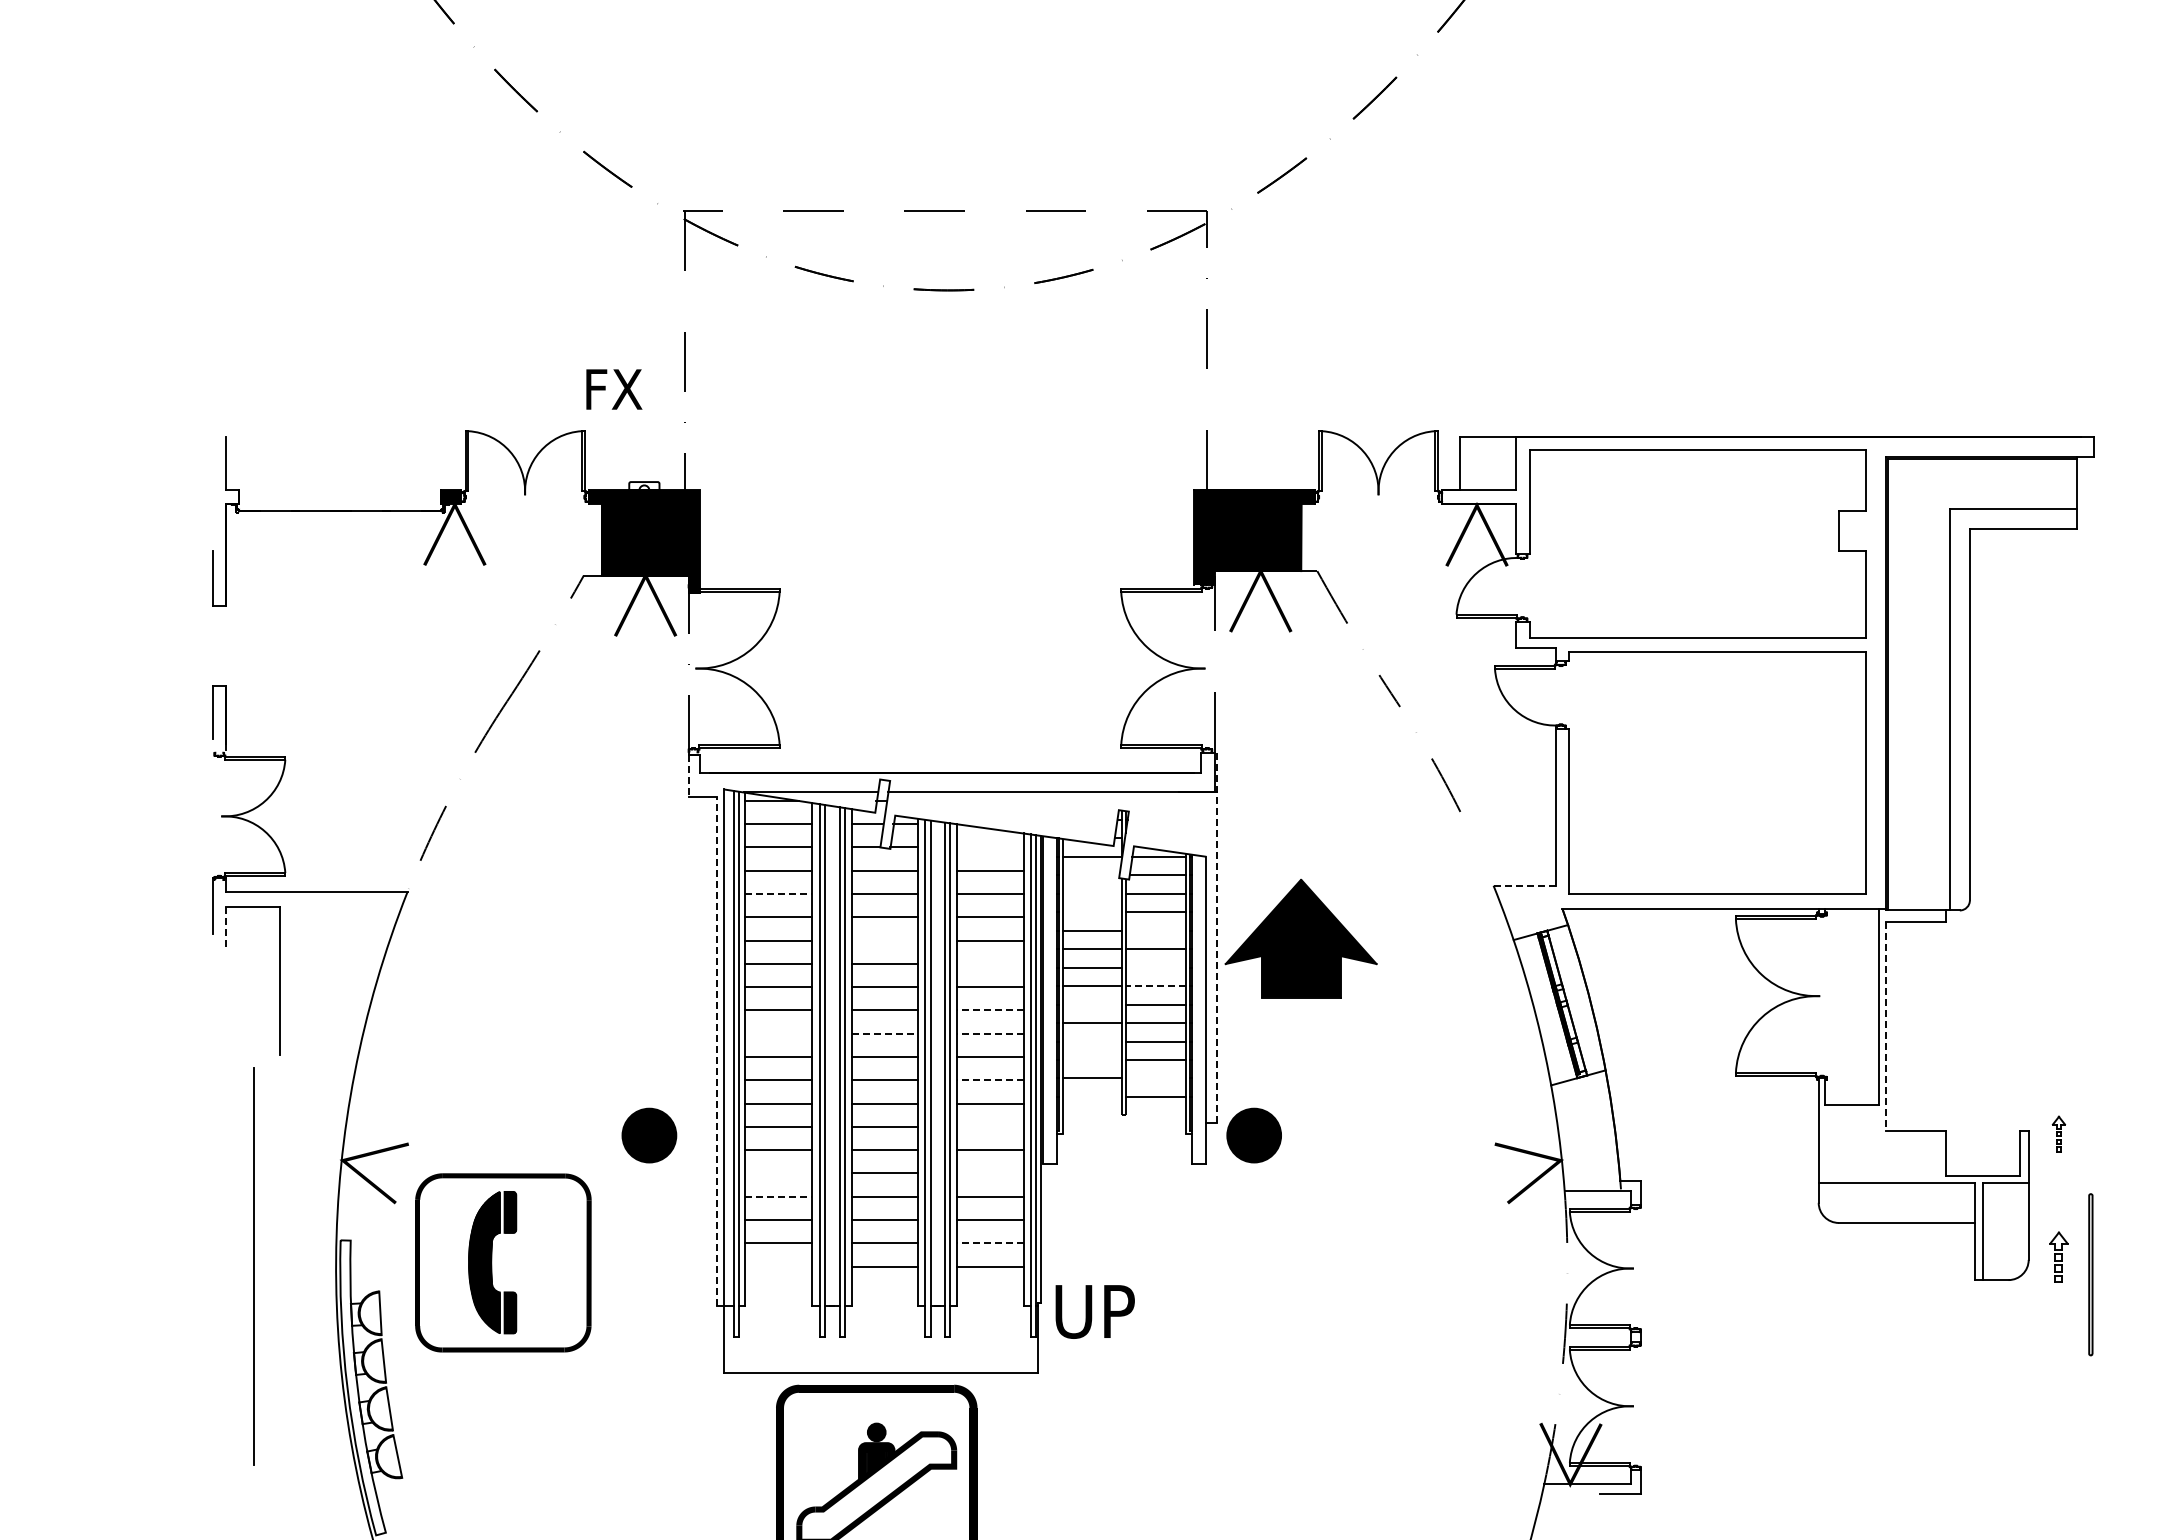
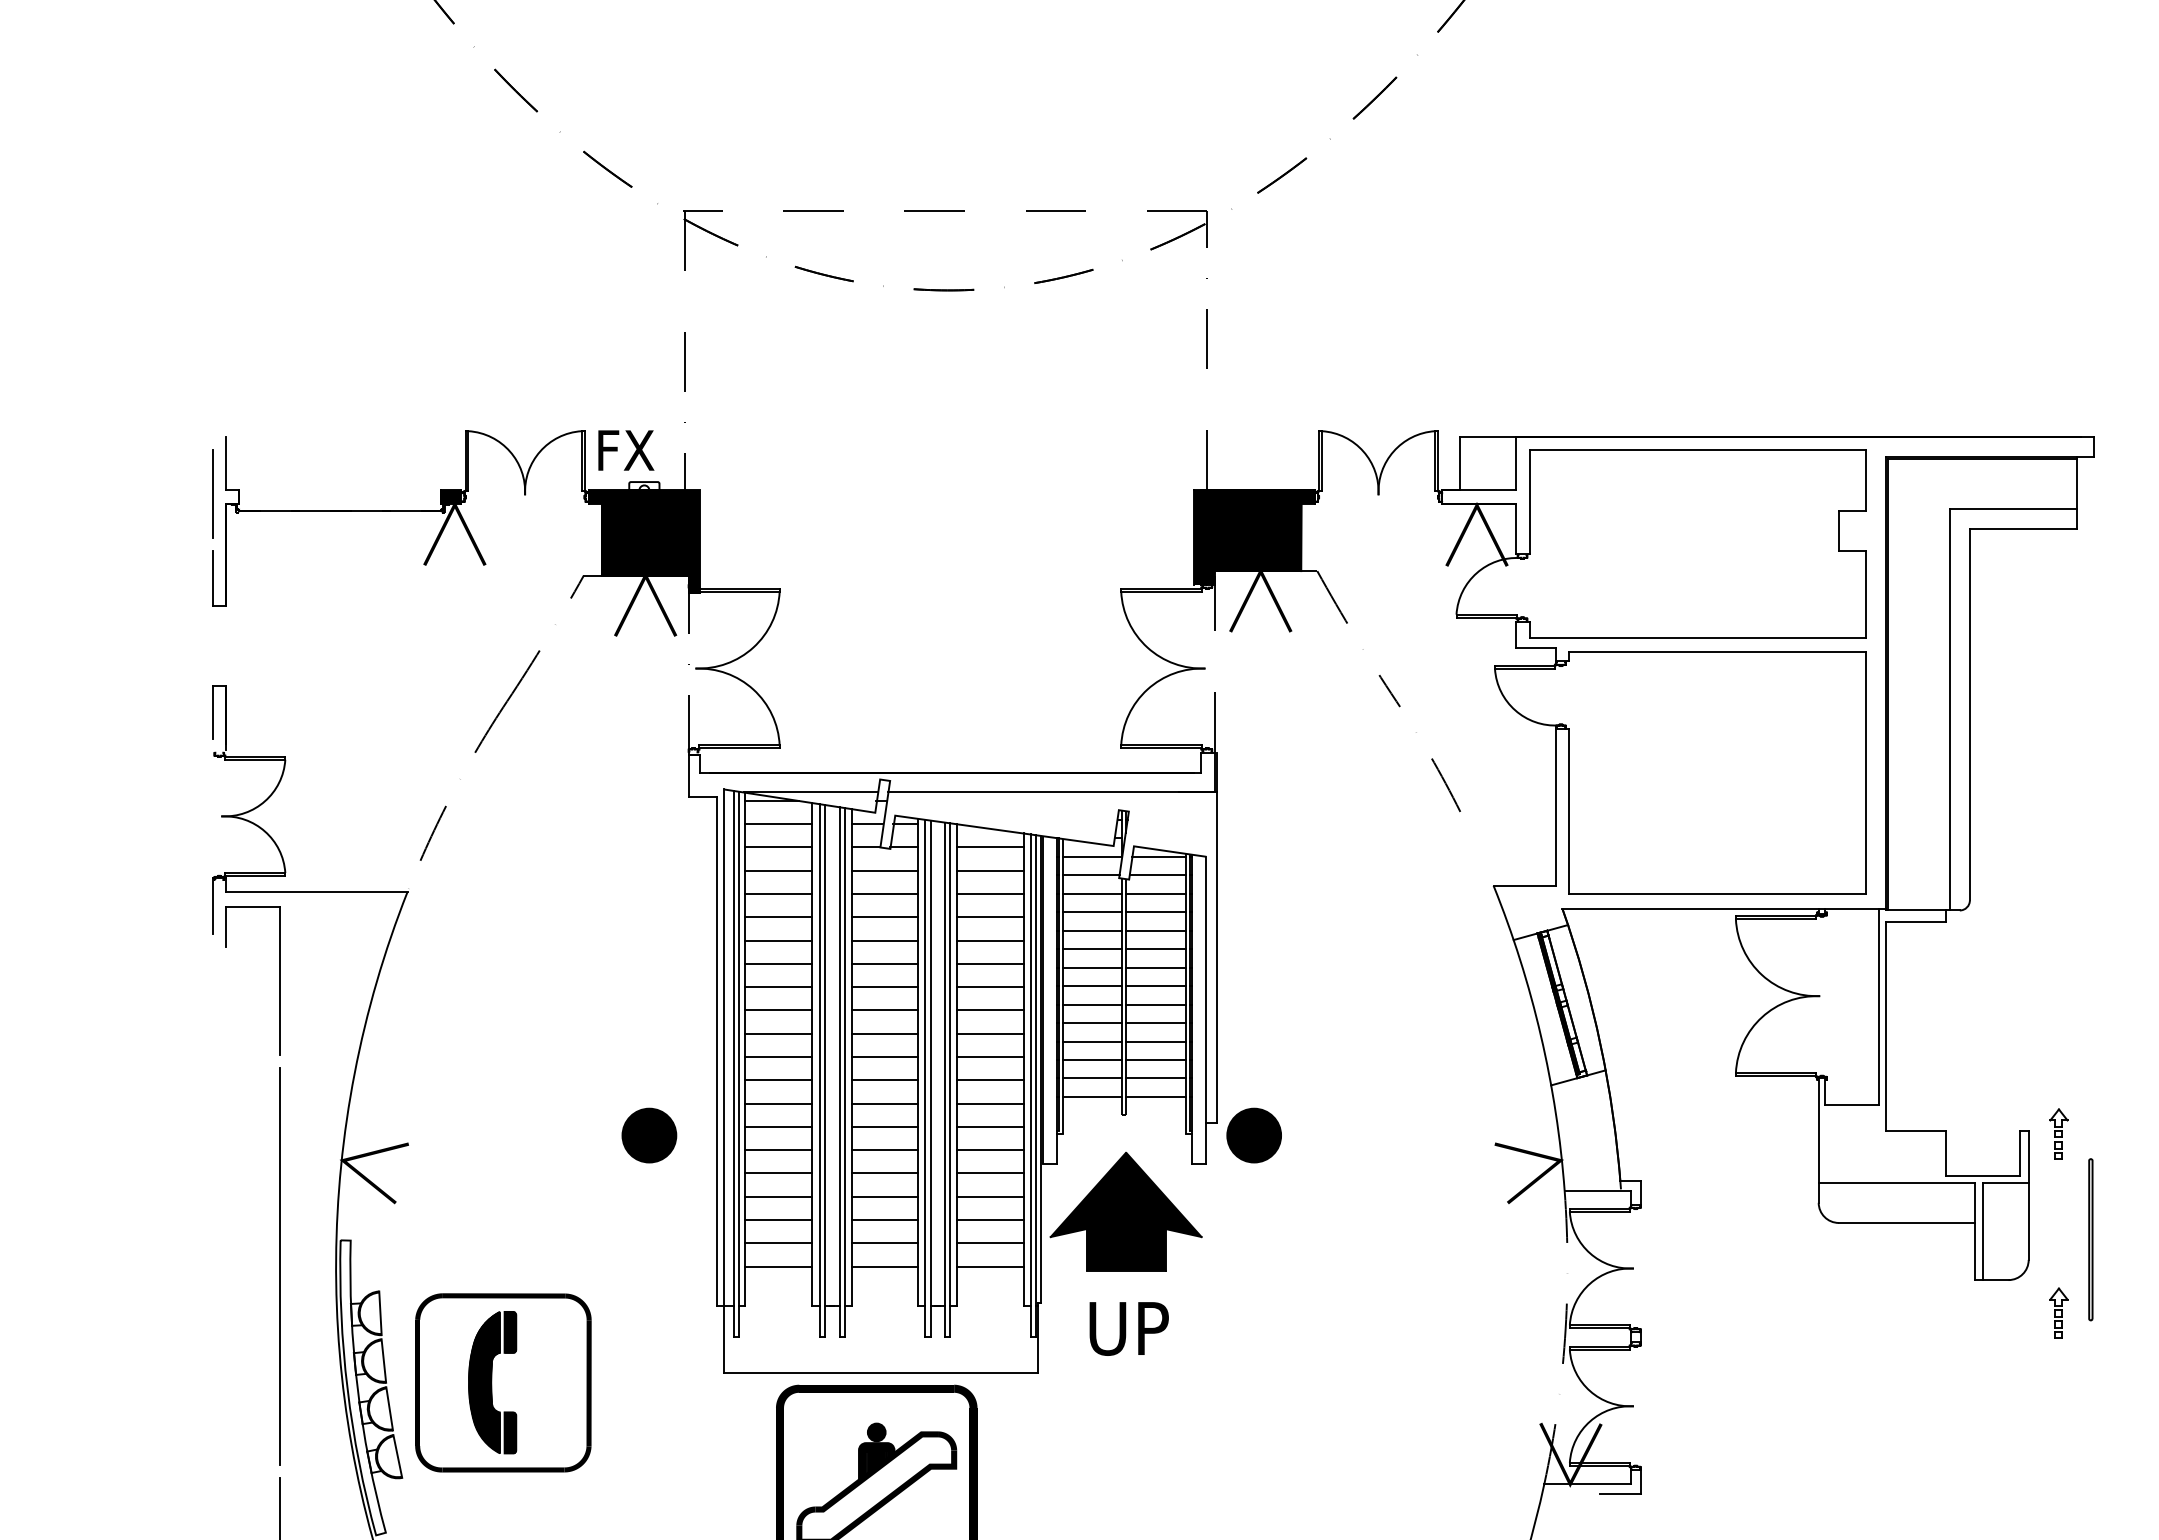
text at (614, 389) position: (614, 389) -> (626, 450)
line at (212, 493): none -> present
line at (688, 776): dashed -> solid
line at (990, 847): none -> present
line at (1090, 875): none -> present
line at (1524, 885): dashed -> solid
line at (1092, 893): none -> present
line at (779, 894): dashed -> solid
line at (1092, 912): none -> present
line at (226, 927): dashed -> solid
line at (1155, 930): none -> present
line at (1216, 938): dashed -> solid
part at (1300, 938) position: (1300, 938) -> (1125, 1211)
line at (884, 940): none -> present
line at (990, 963): none -> present
line at (1155, 967): none -> present
line at (1155, 986): dashed -> solid
line at (1092, 1004): none -> present
line at (990, 1010): dashed -> solid
line at (1885, 1026): dashed -> solid
line at (778, 1033): none -> present
line at (885, 1033): dashed -> solid
line at (990, 1033): dashed -> solid
line at (1092, 1041): none -> present
line at (717, 1050): dashed -> solid
line at (1092, 1060): none -> present
line at (1155, 1078): none -> present
line at (990, 1080): dashed -> solid
line at (1092, 1096): none -> present
line at (990, 1126): none -> present
part at (2058, 1133) size: 15x38 px -> 20x52 px
line at (778, 1173): none -> present
line at (990, 1173): none -> present
line at (779, 1196): dashed -> solid
line at (990, 1243): dashed -> solid
part at (2058, 1256) position: (2058, 1256) -> (2058, 1312)
part at (503, 1262) position: (503, 1262) -> (503, 1382)
line at (253, 1266) position: (253, 1266) -> (279, 1266)
line at (778, 1266): none -> present
part at (2090, 1274) position: (2090, 1274) -> (2090, 1239)
text at (1094, 1311) position: (1094, 1311) -> (1128, 1328)
line at (279, 1507): none -> present
